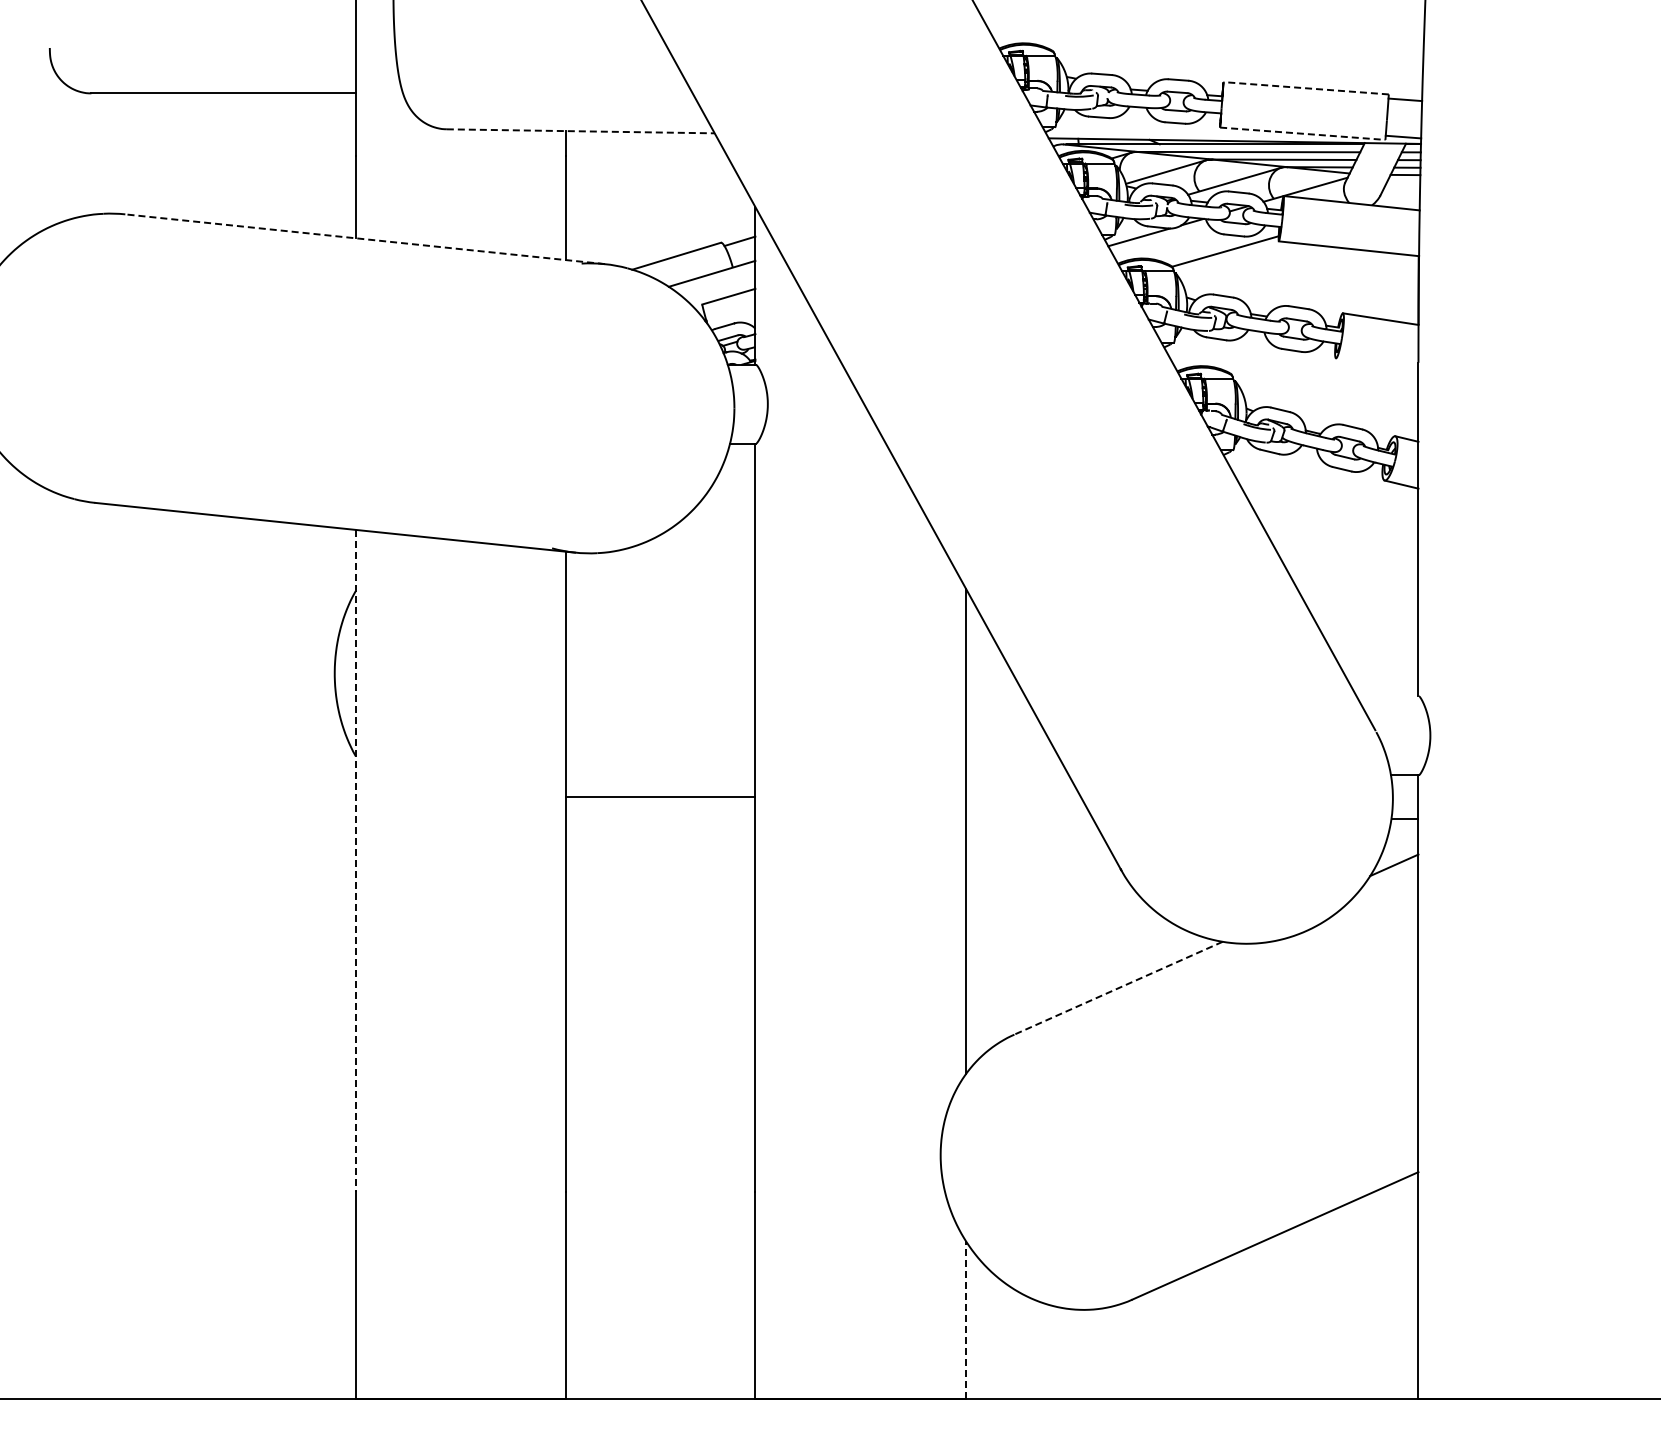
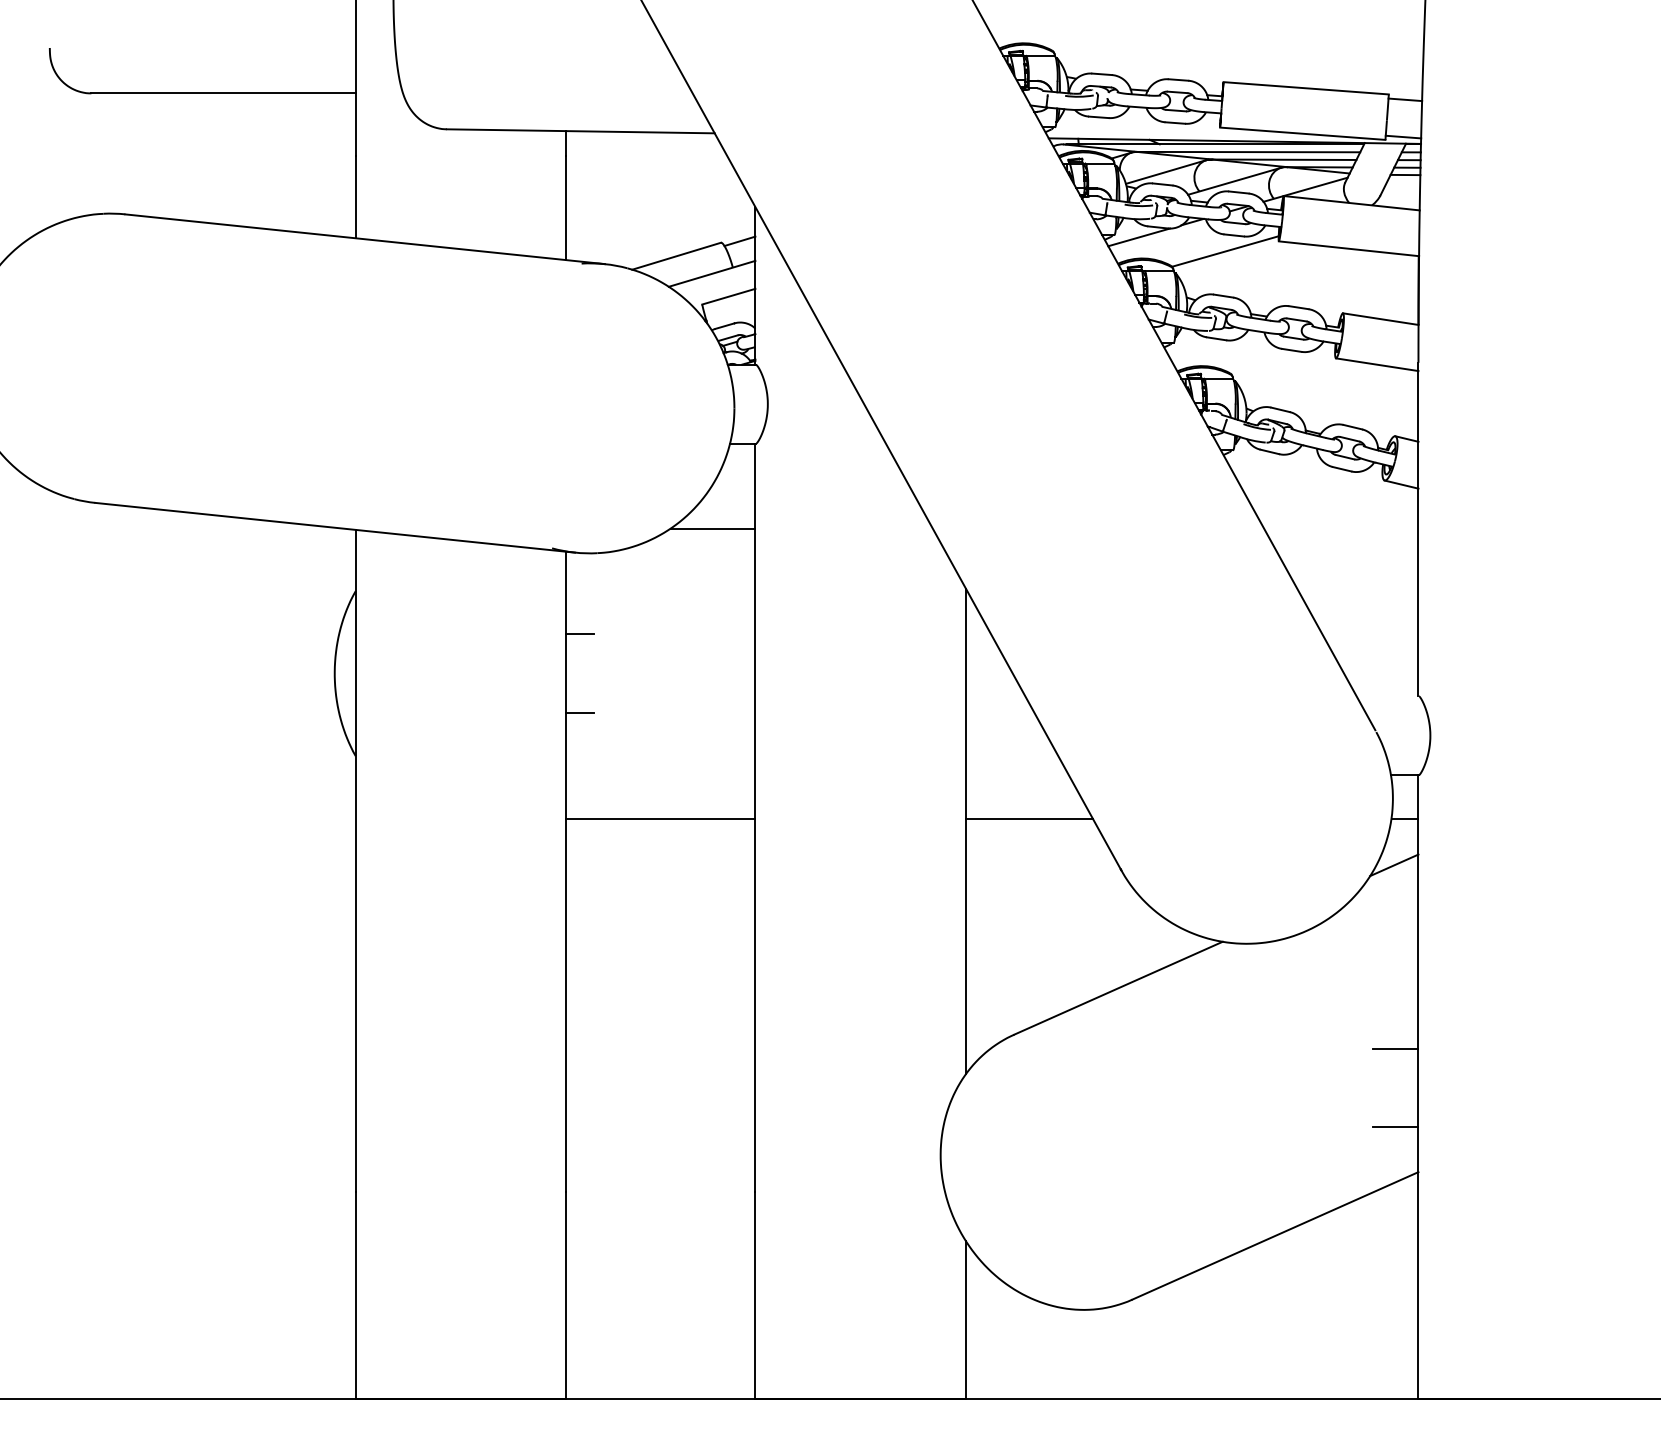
line at (1306, 88): dashed -> solid
line at (580, 131): dashed -> solid
line at (1302, 133): dashed -> solid
line at (364, 239): dashed -> solid
line at (1377, 364): none -> present
line at (712, 528): none -> present
line at (580, 634): none -> present
line at (580, 712): none -> present
line at (660, 796) position: (660, 796) -> (660, 818)
line at (1028, 818): none -> present
line at (355, 860): dashed -> solid
line at (1117, 988): dashed -> solid
line at (1395, 1048): none -> present
line at (1395, 1127): none -> present
line at (965, 1319): dashed -> solid
